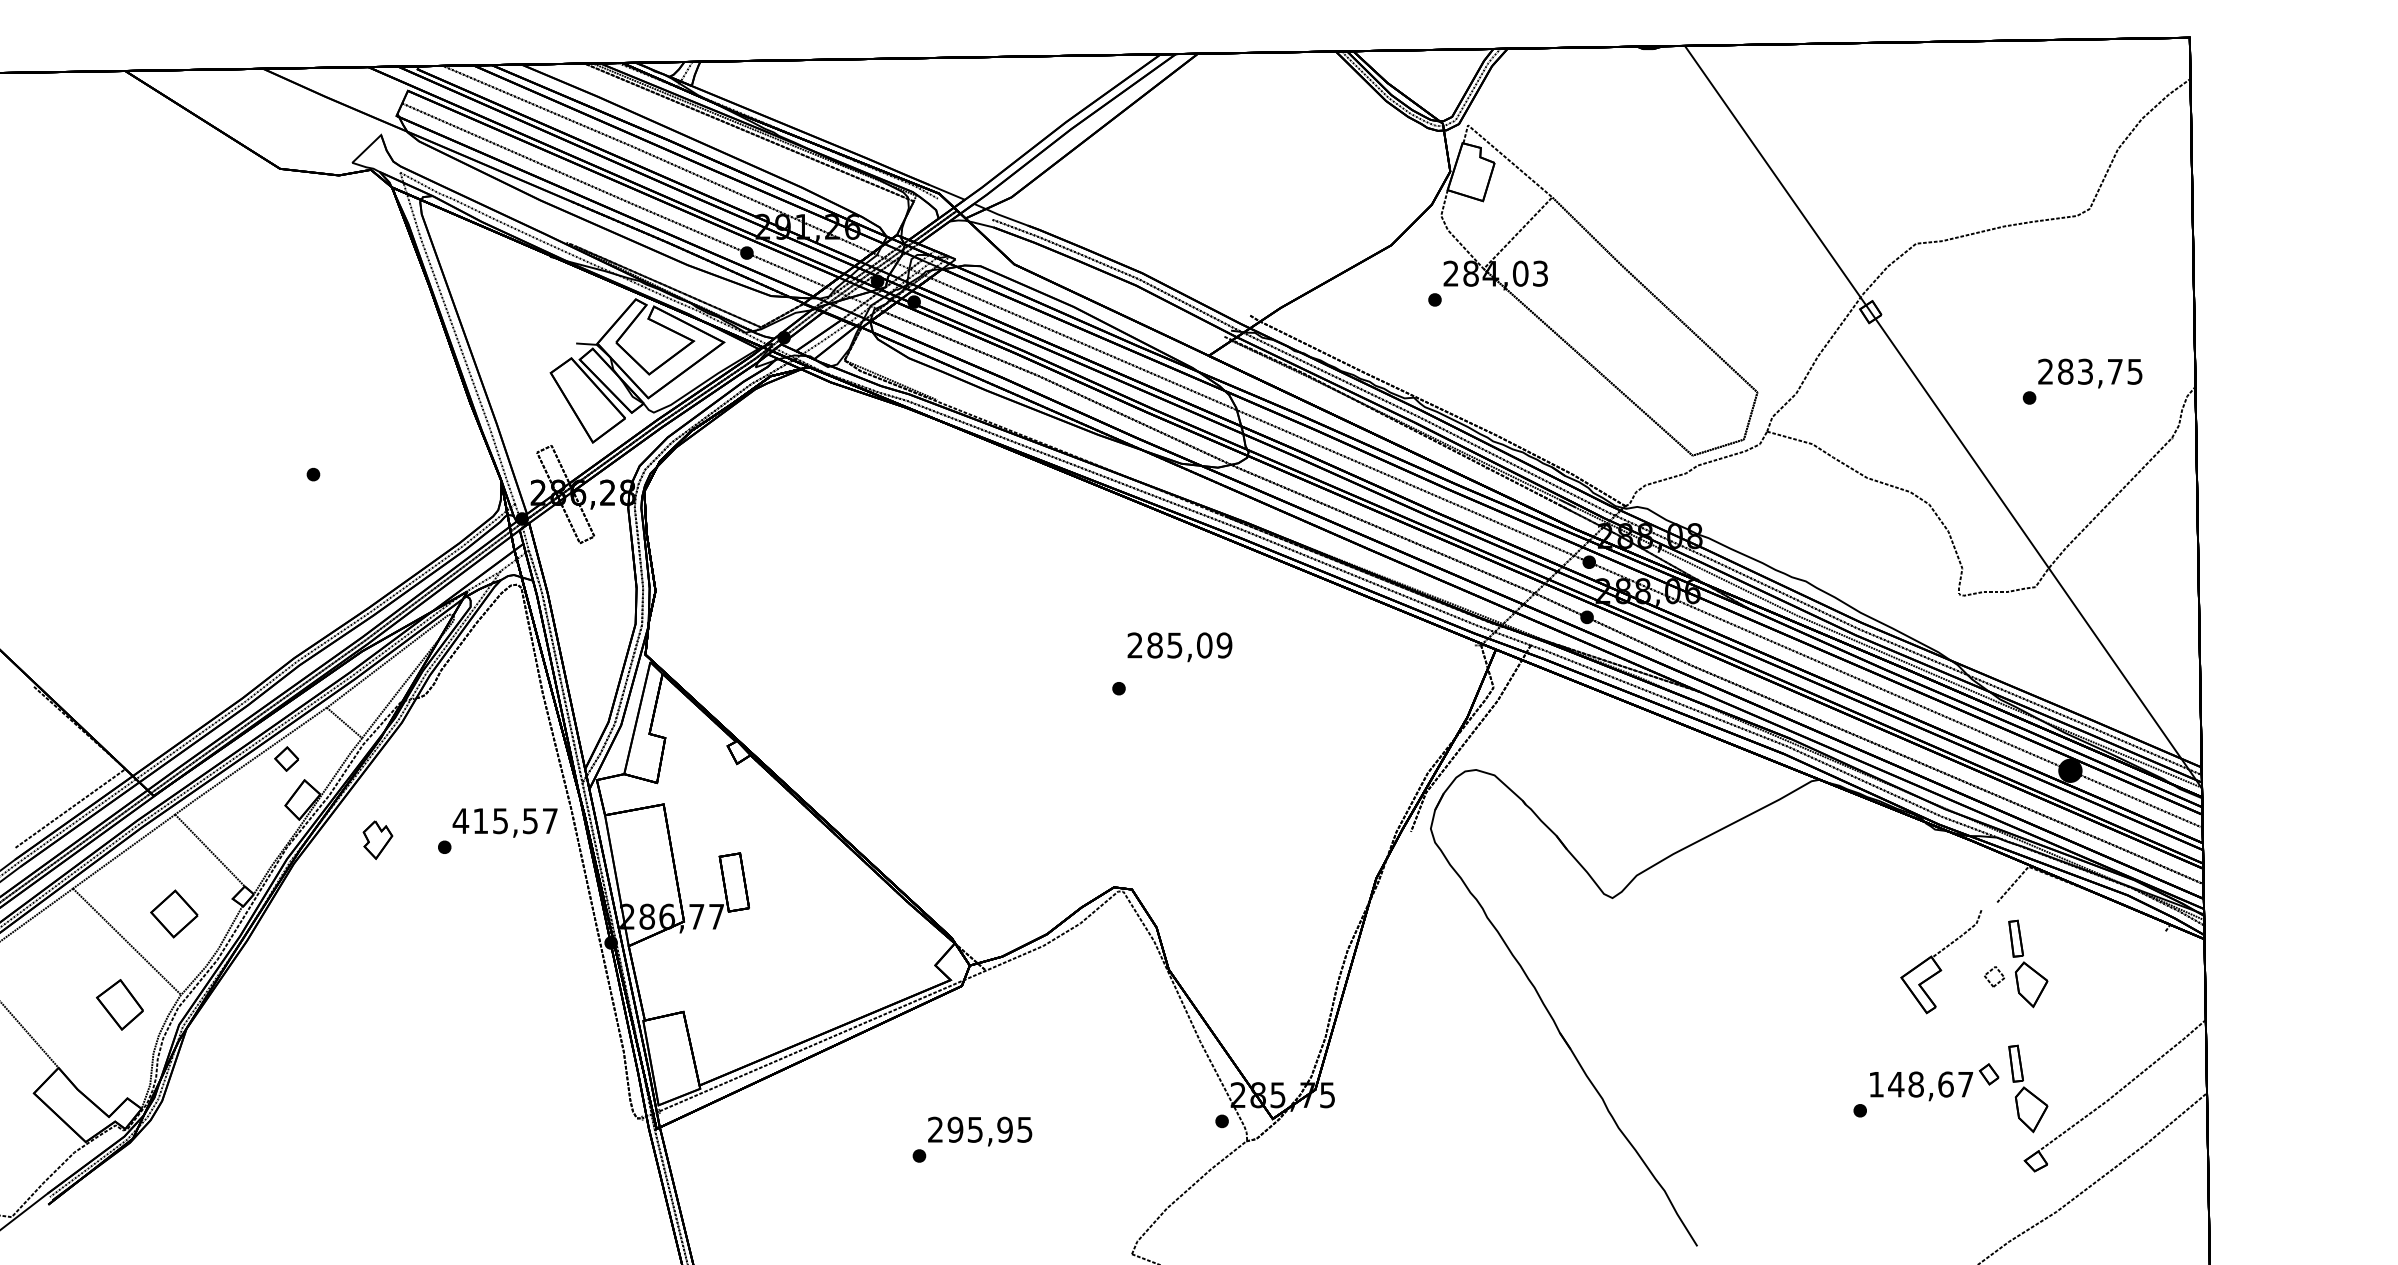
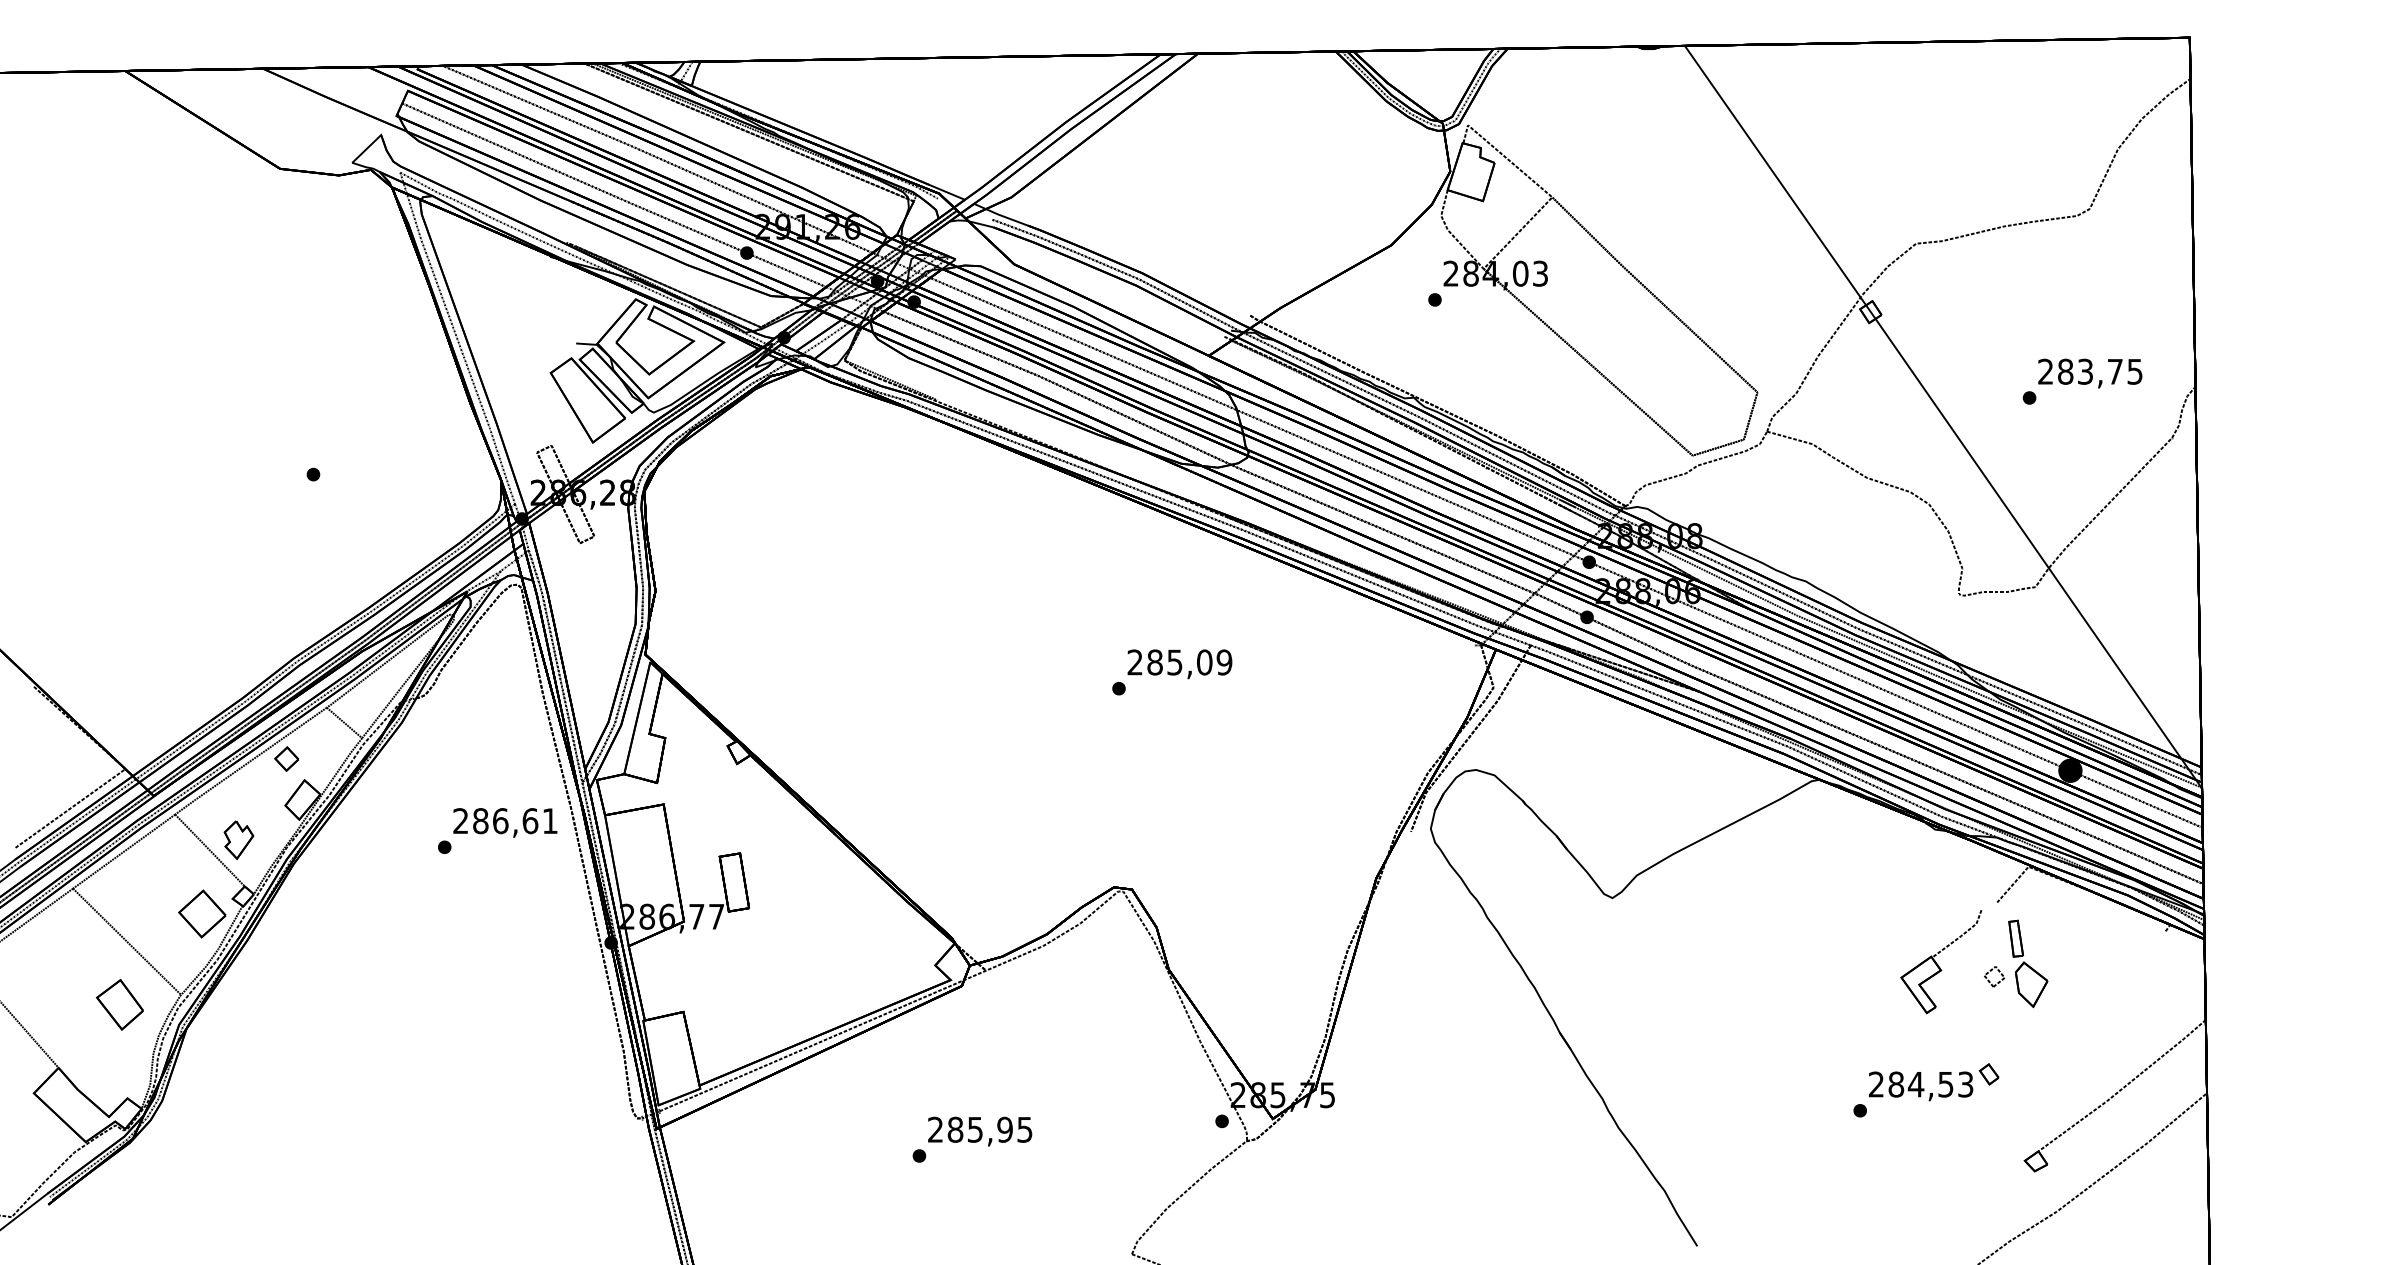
text at (1179, 647) position: (1179, 647) -> (1179, 664)
text at (504, 821): 415,57 -> 286,61
part at (377, 839) position: (377, 839) -> (238, 839)
part at (174, 913) position: (174, 913) -> (202, 913)
text at (1921, 1084): 148,67 -> 284,53
part at (2028, 1088): present -> none
text at (955, 1129): 295,95 -> 285,95
